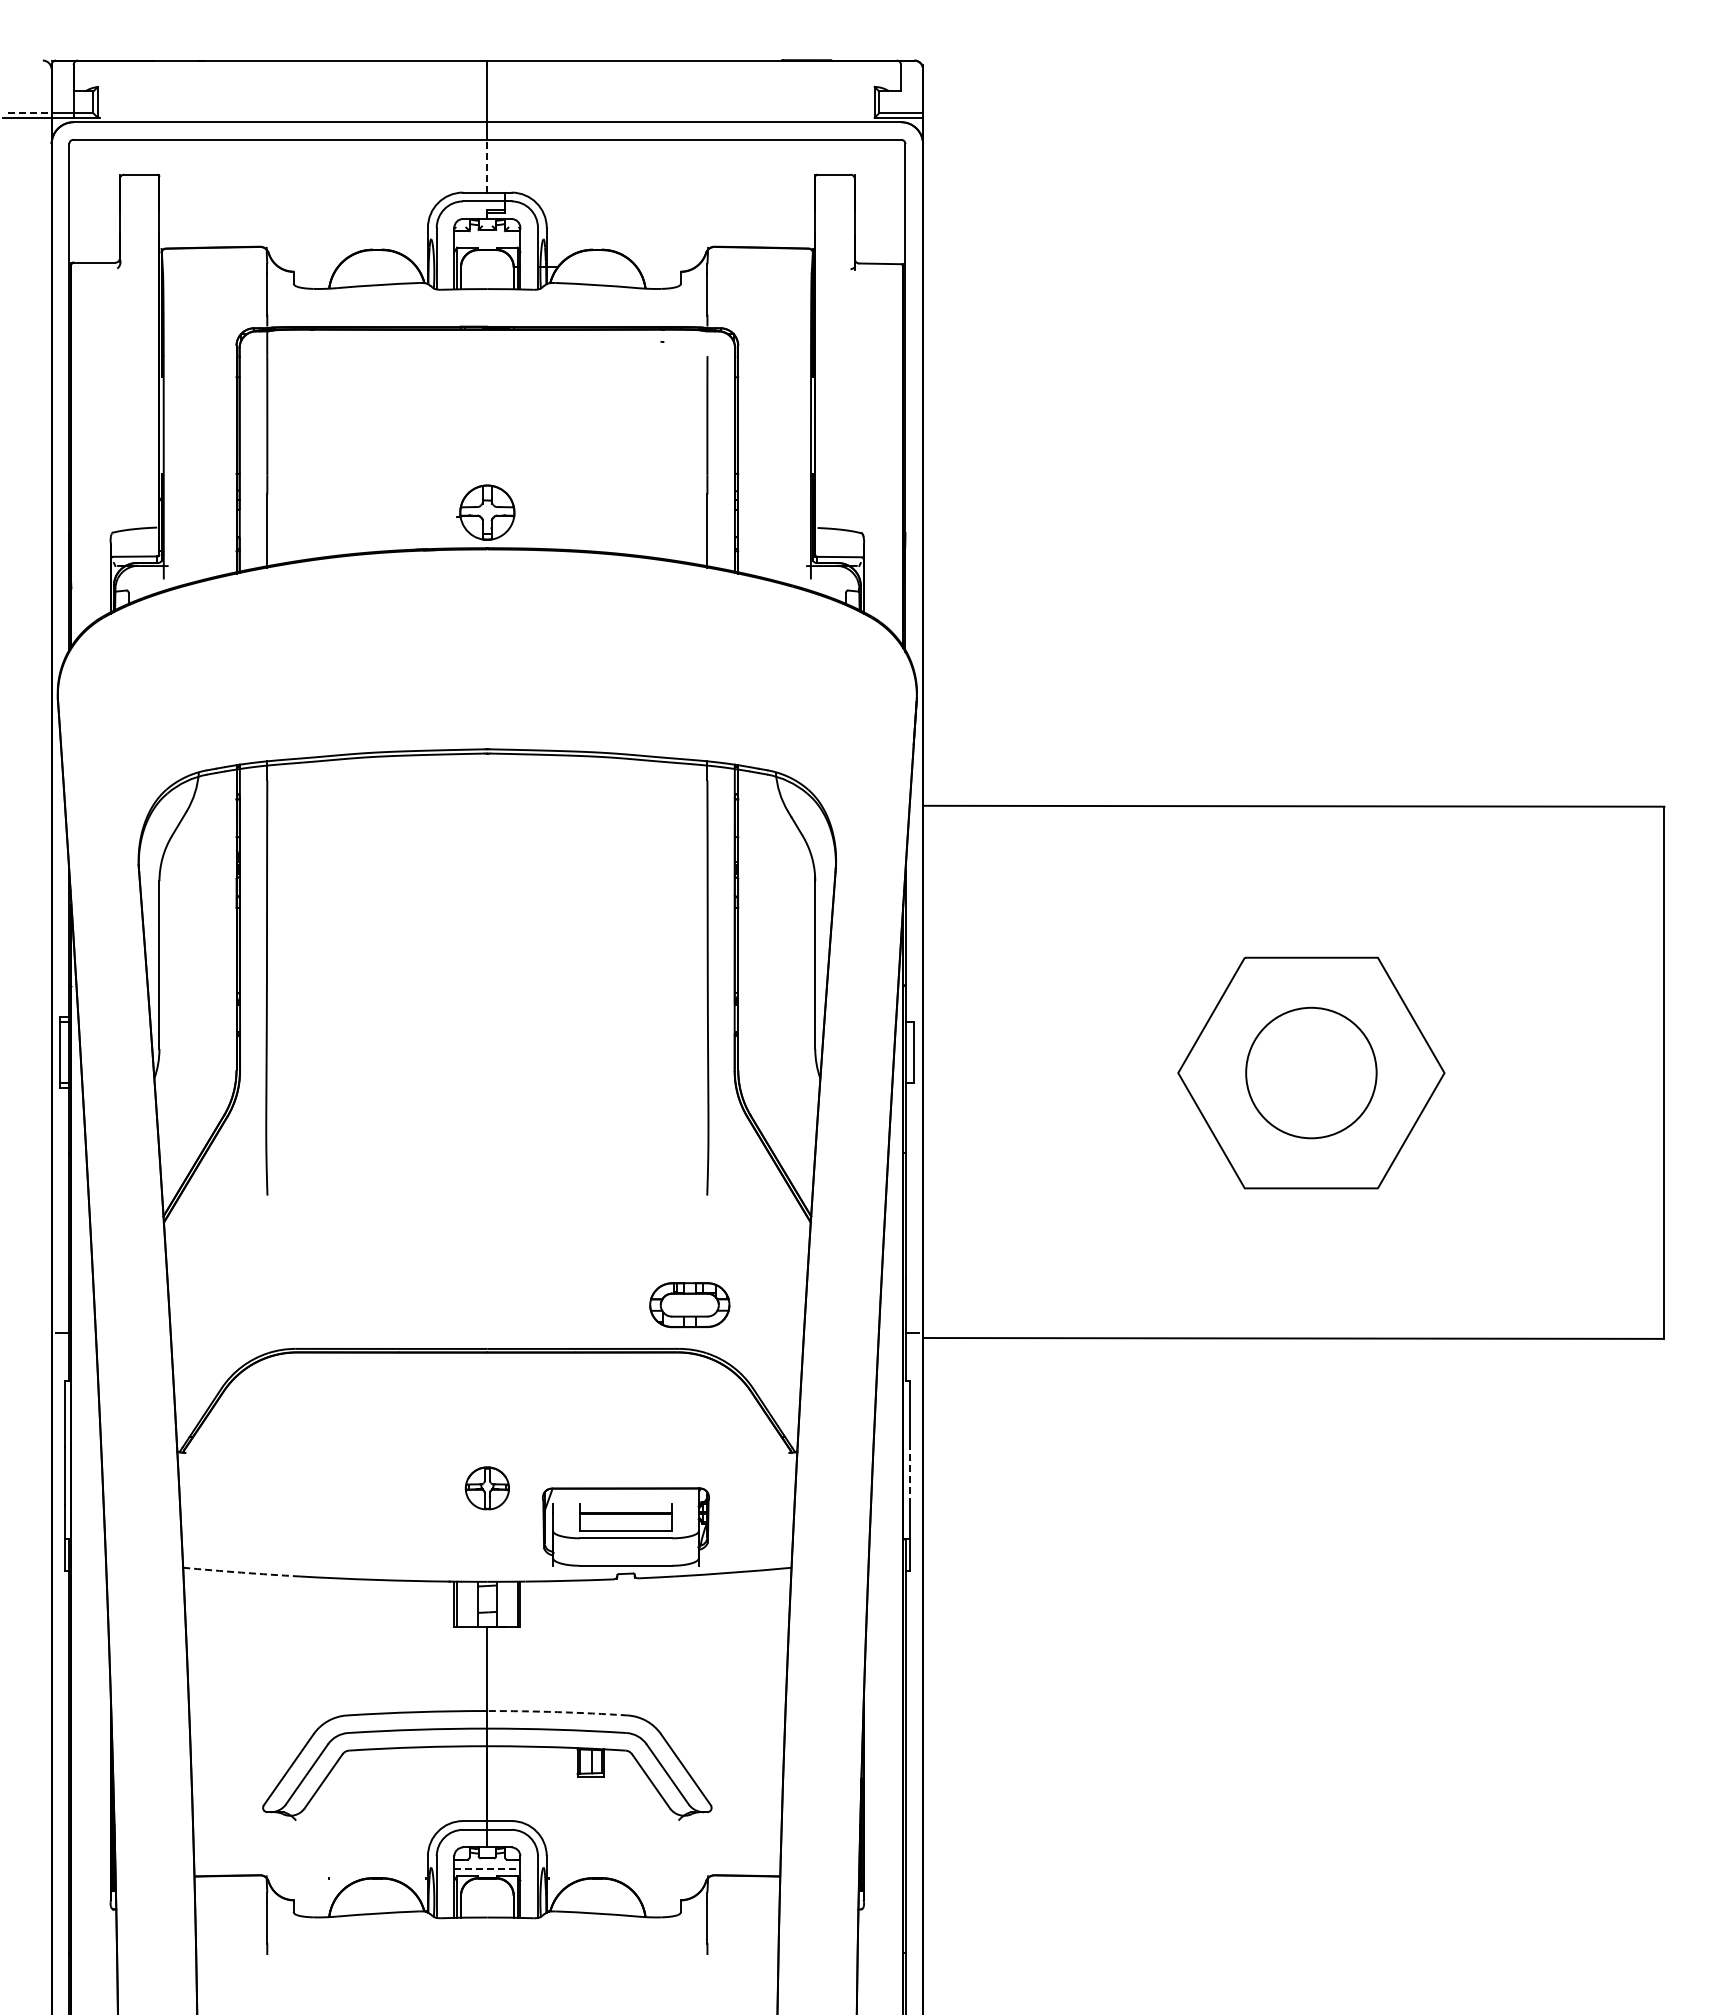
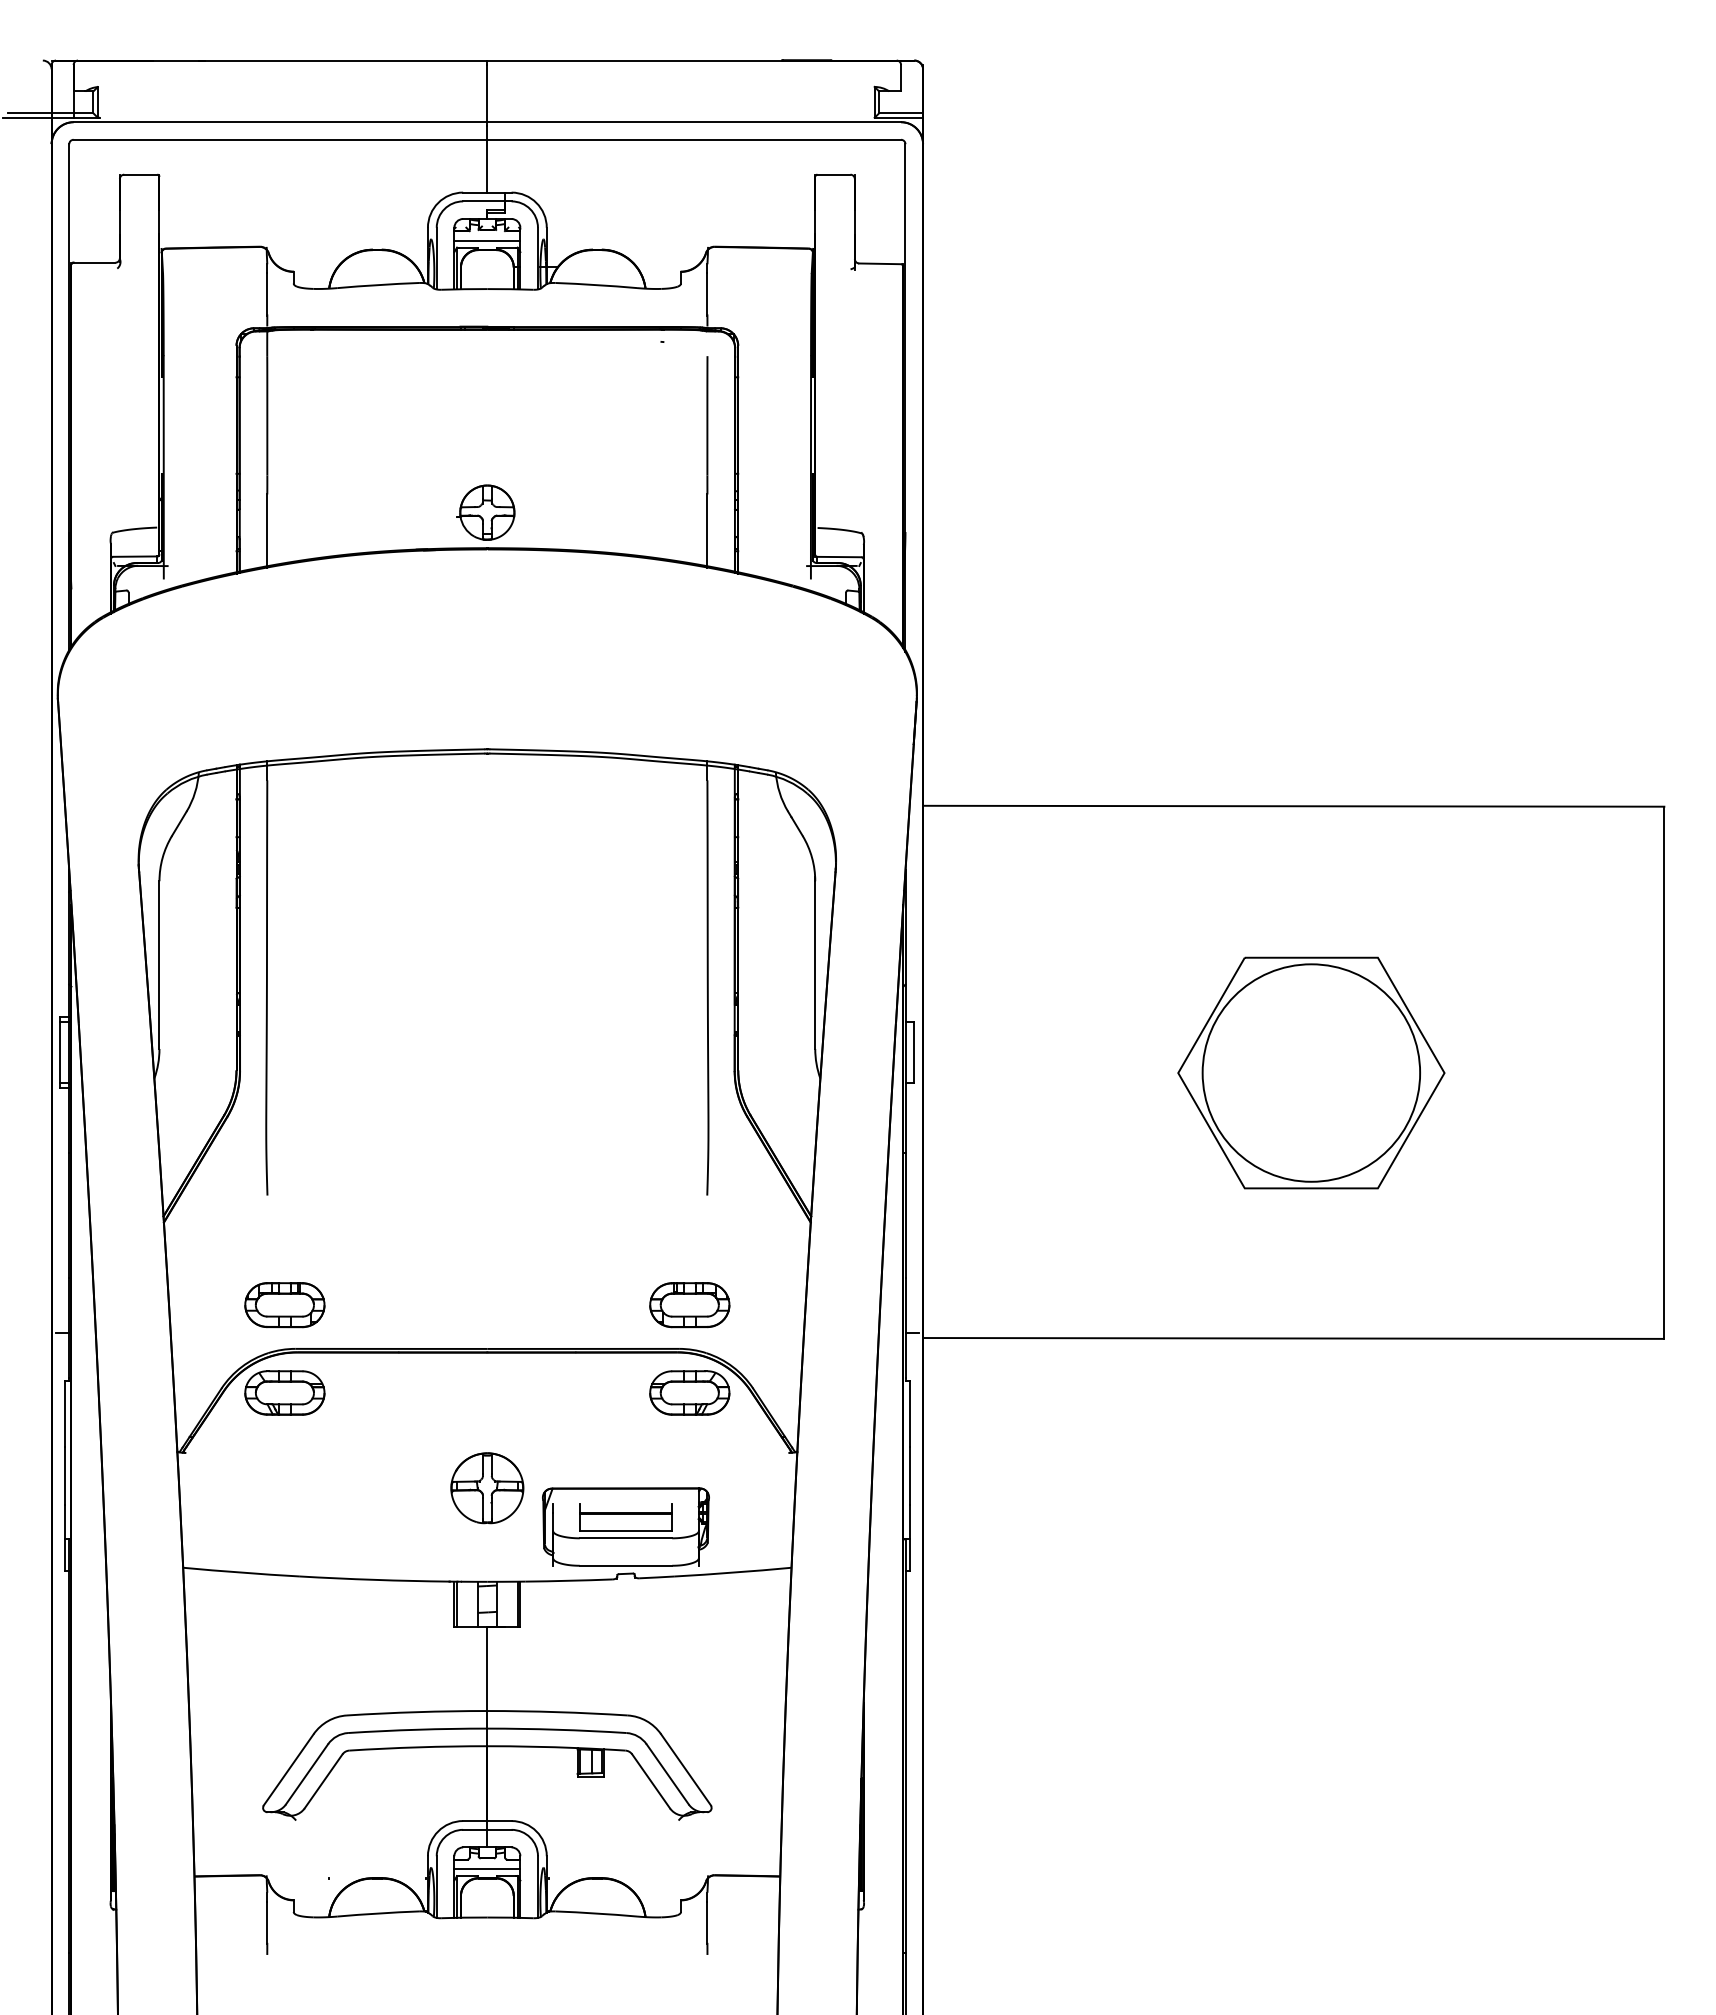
line at (30, 113): dashed -> solid
line at (487, 165): dashed -> solid
line at (487, 241): none -> present
circle at (1311, 1072) diameter: 130 px -> 217 px
part at (284, 1305): none -> present
part at (284, 1392): none -> present
part at (689, 1392): none -> present
line at (909, 1475): dashed -> solid
part at (486, 1488) size: 46x45 px -> 75x73 px
arc at (241, 1572): dashed -> solid
arc at (557, 1712): dashed -> solid
line at (487, 1869): dashed -> solid
